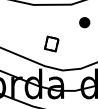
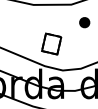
part at (51, 43) size: 16x18 px -> 22x24 px
